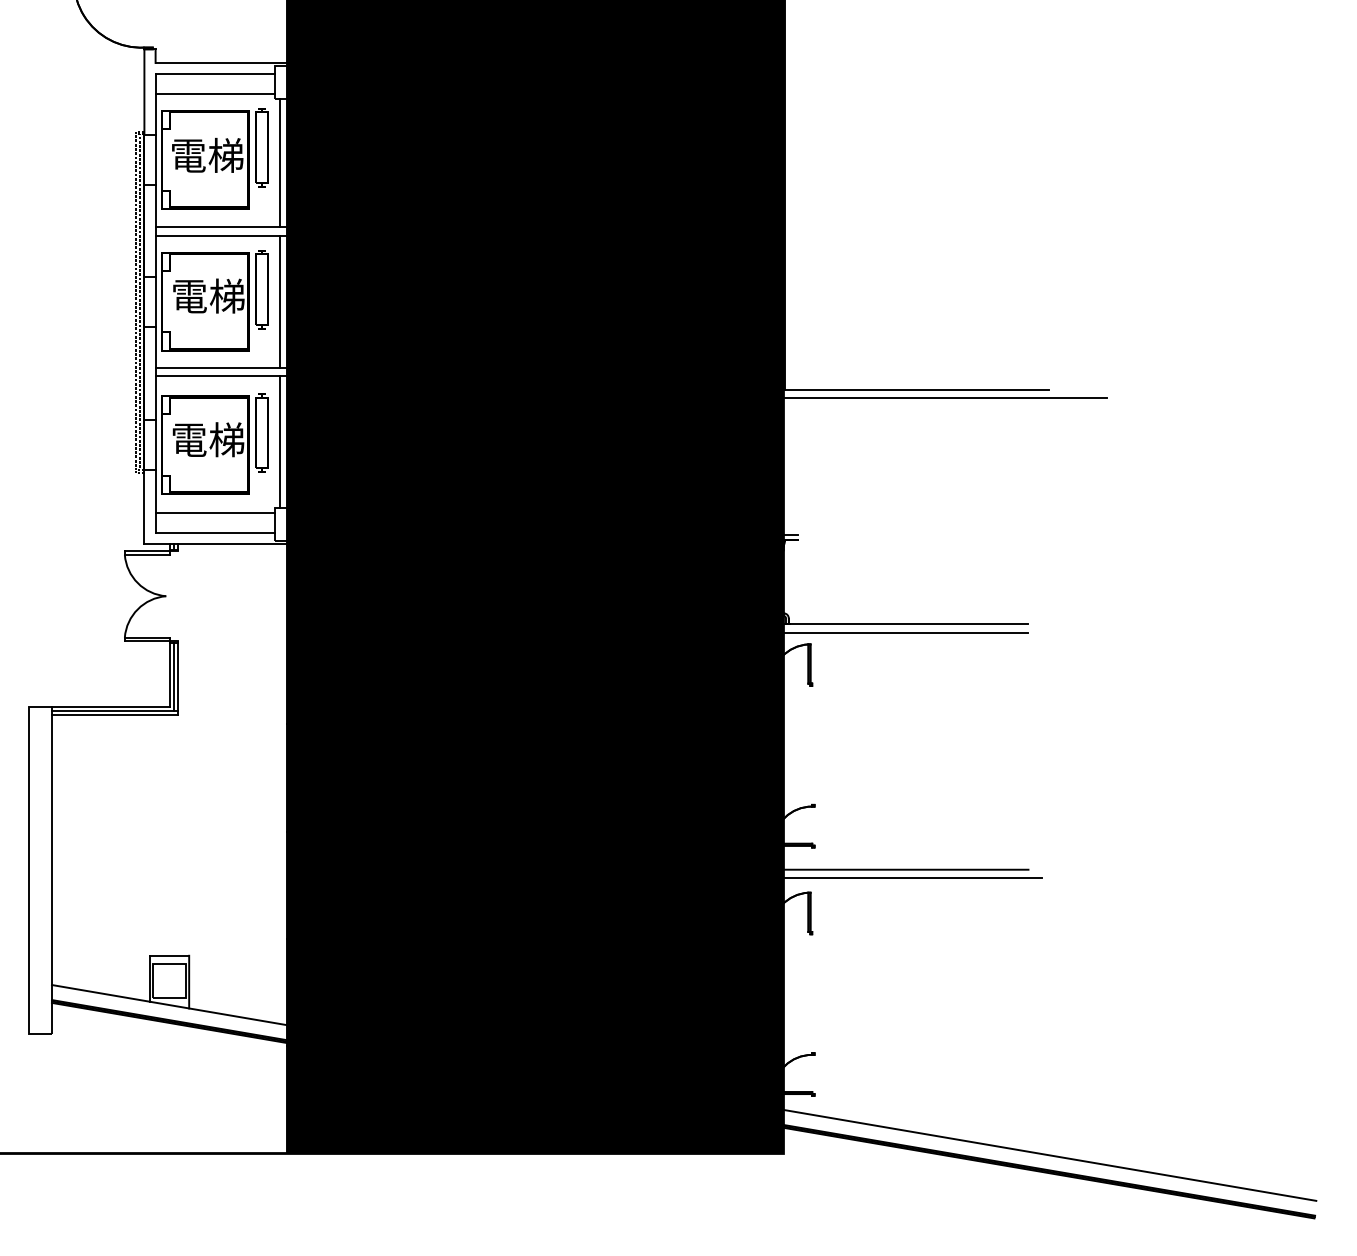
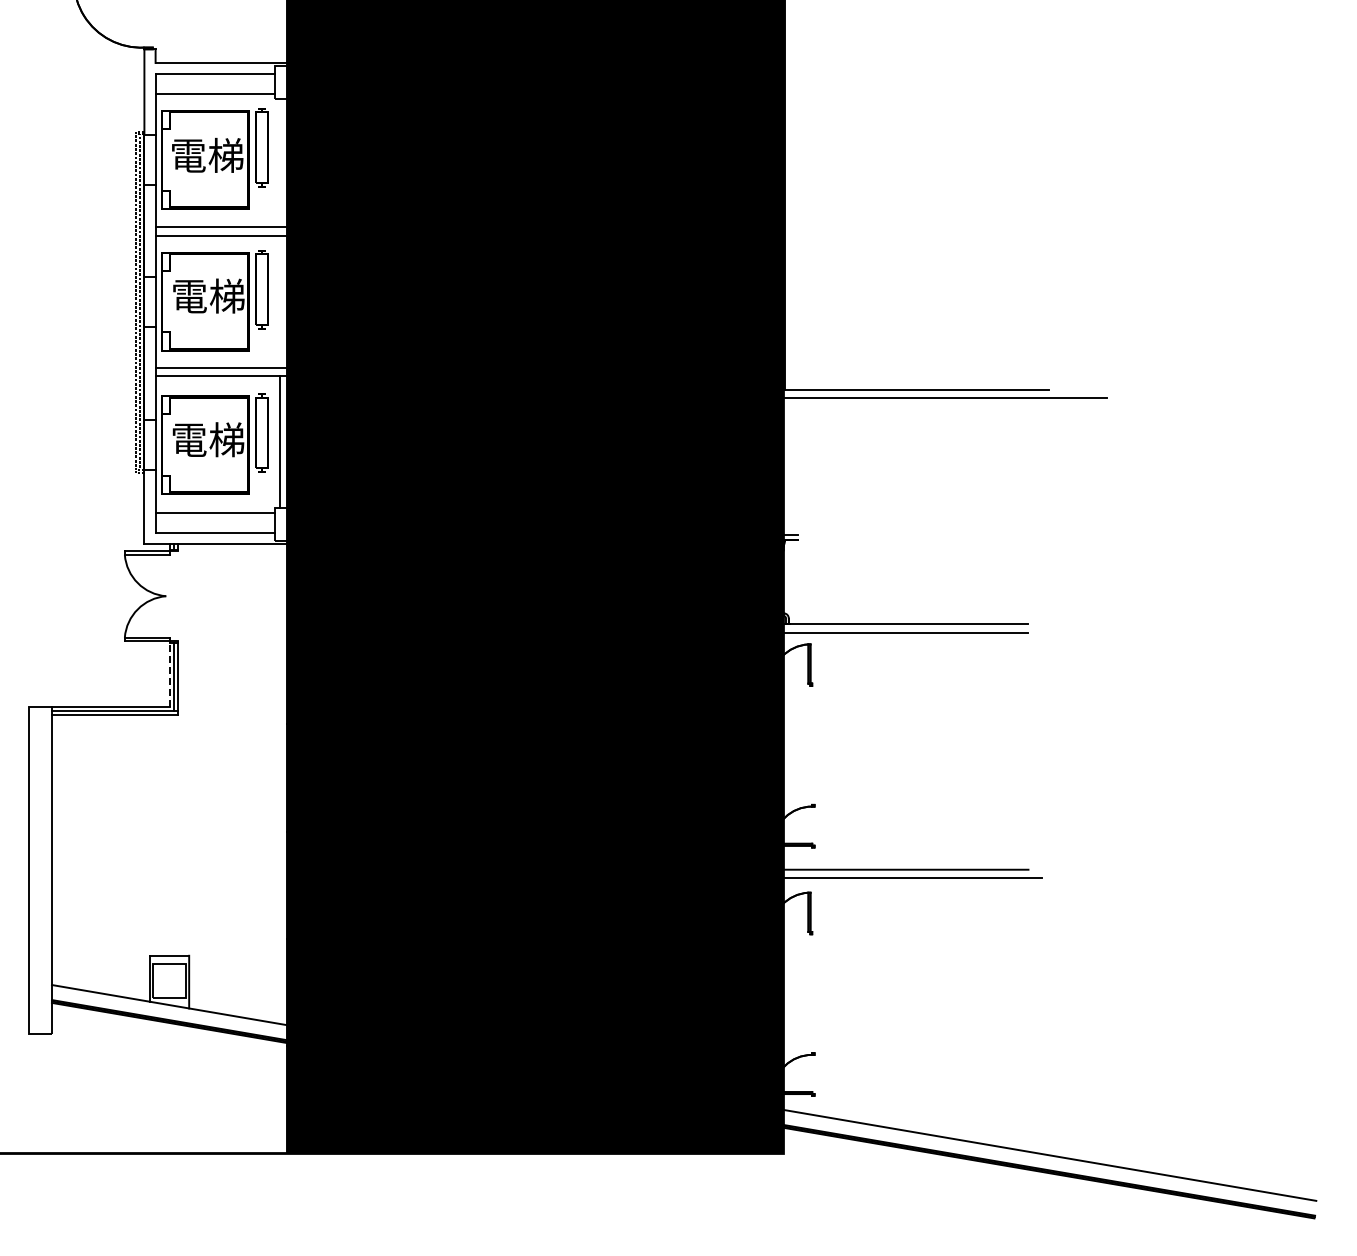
line at (280, 163): present -> none
line at (280, 301): present -> none
line at (169, 674): solid -> dashed
